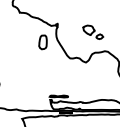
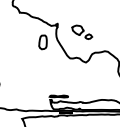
part at (93, 31) position: (93, 31) -> (82, 31)
